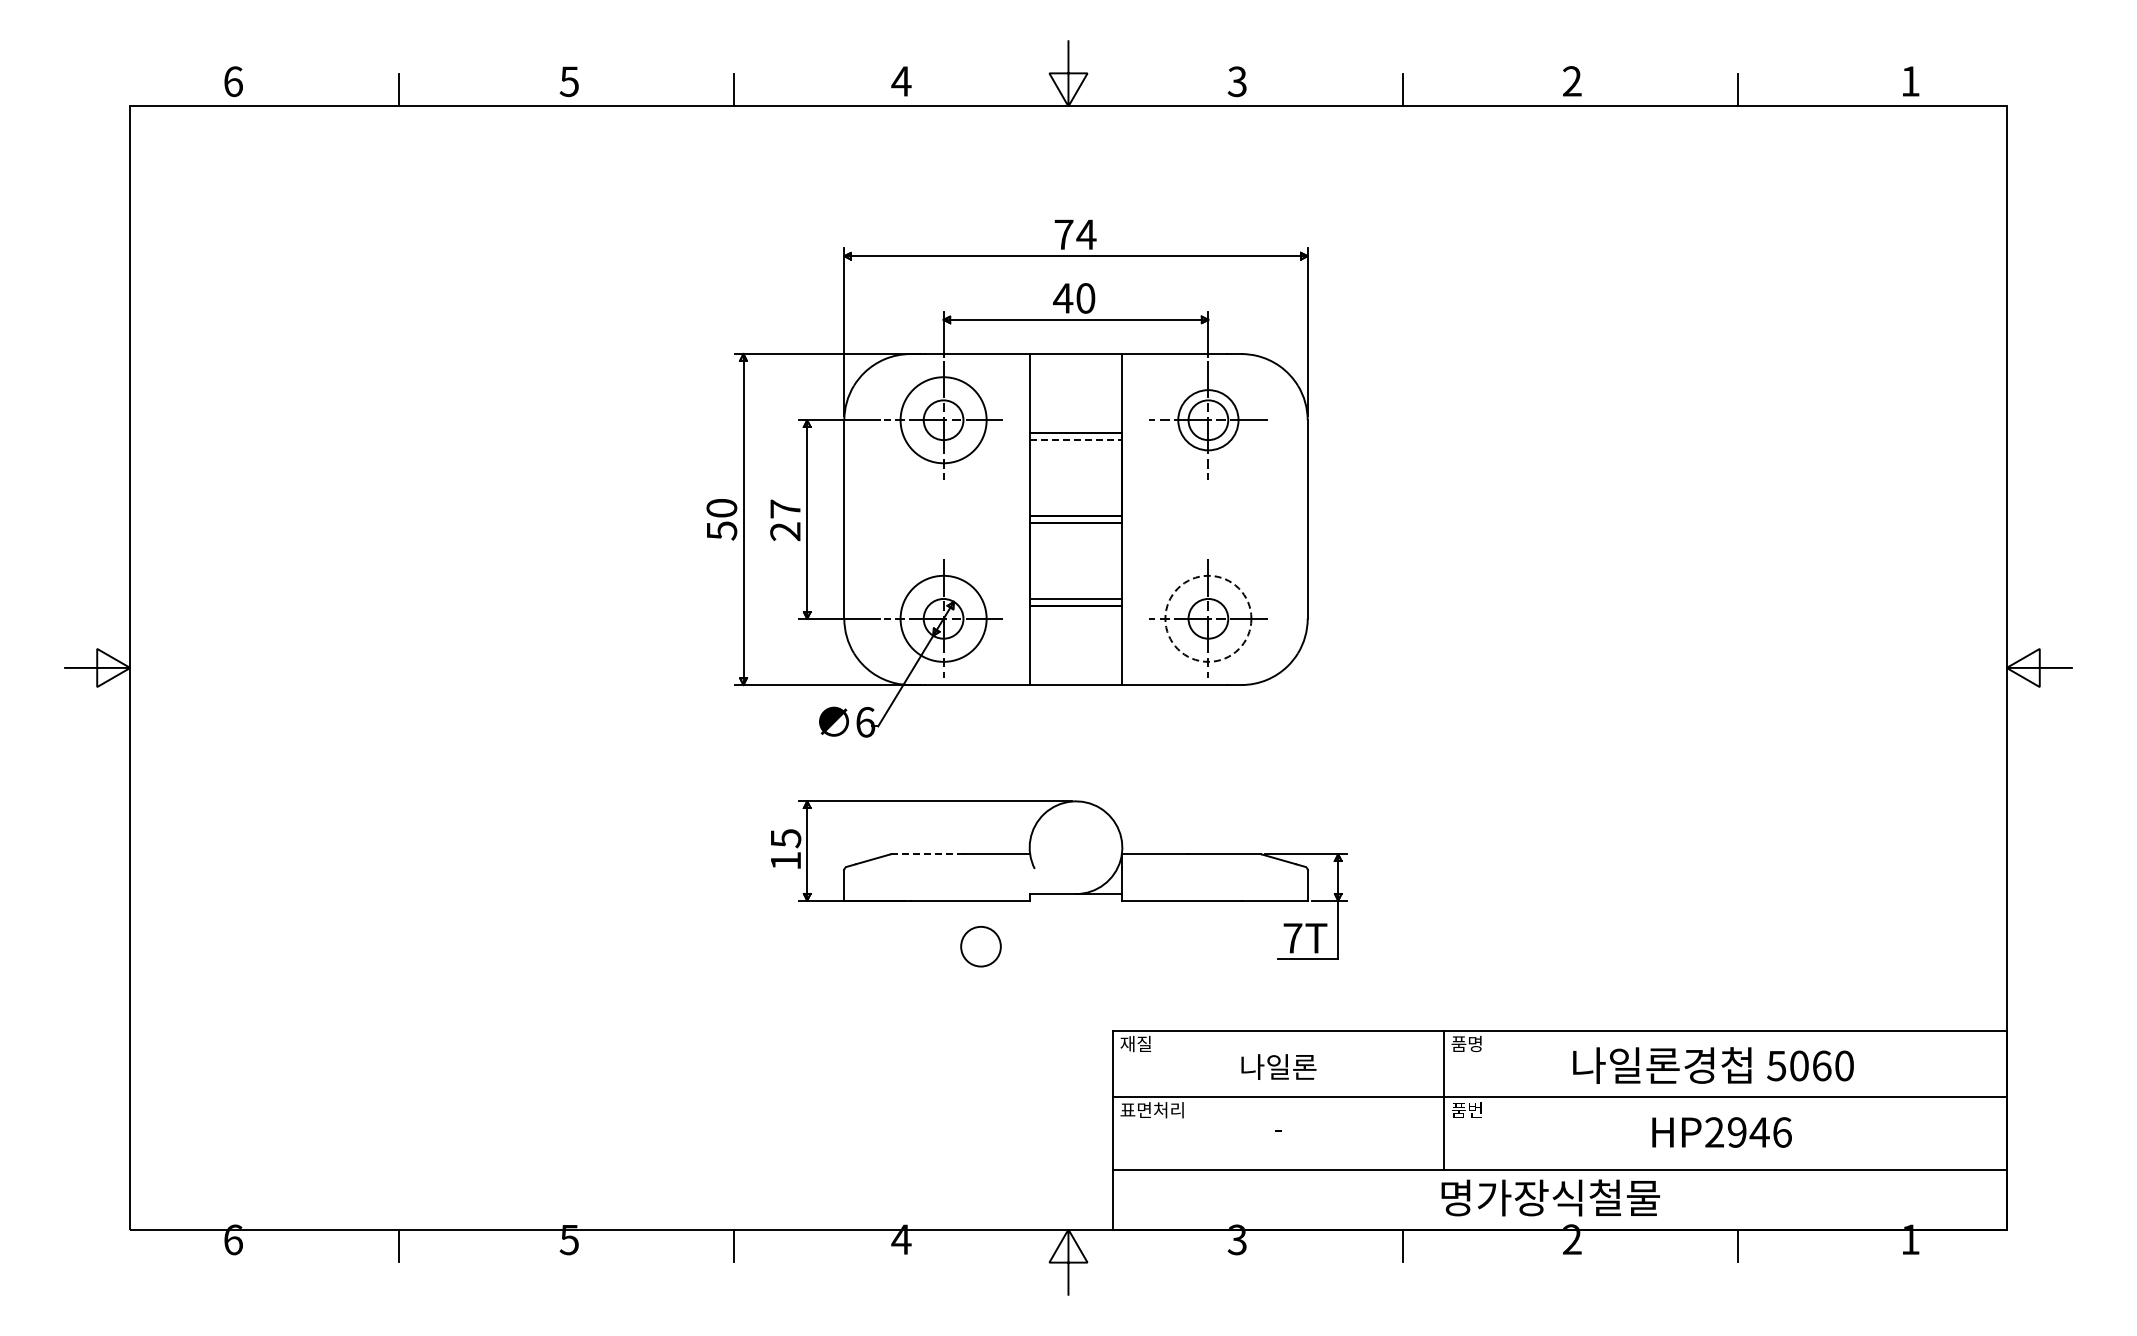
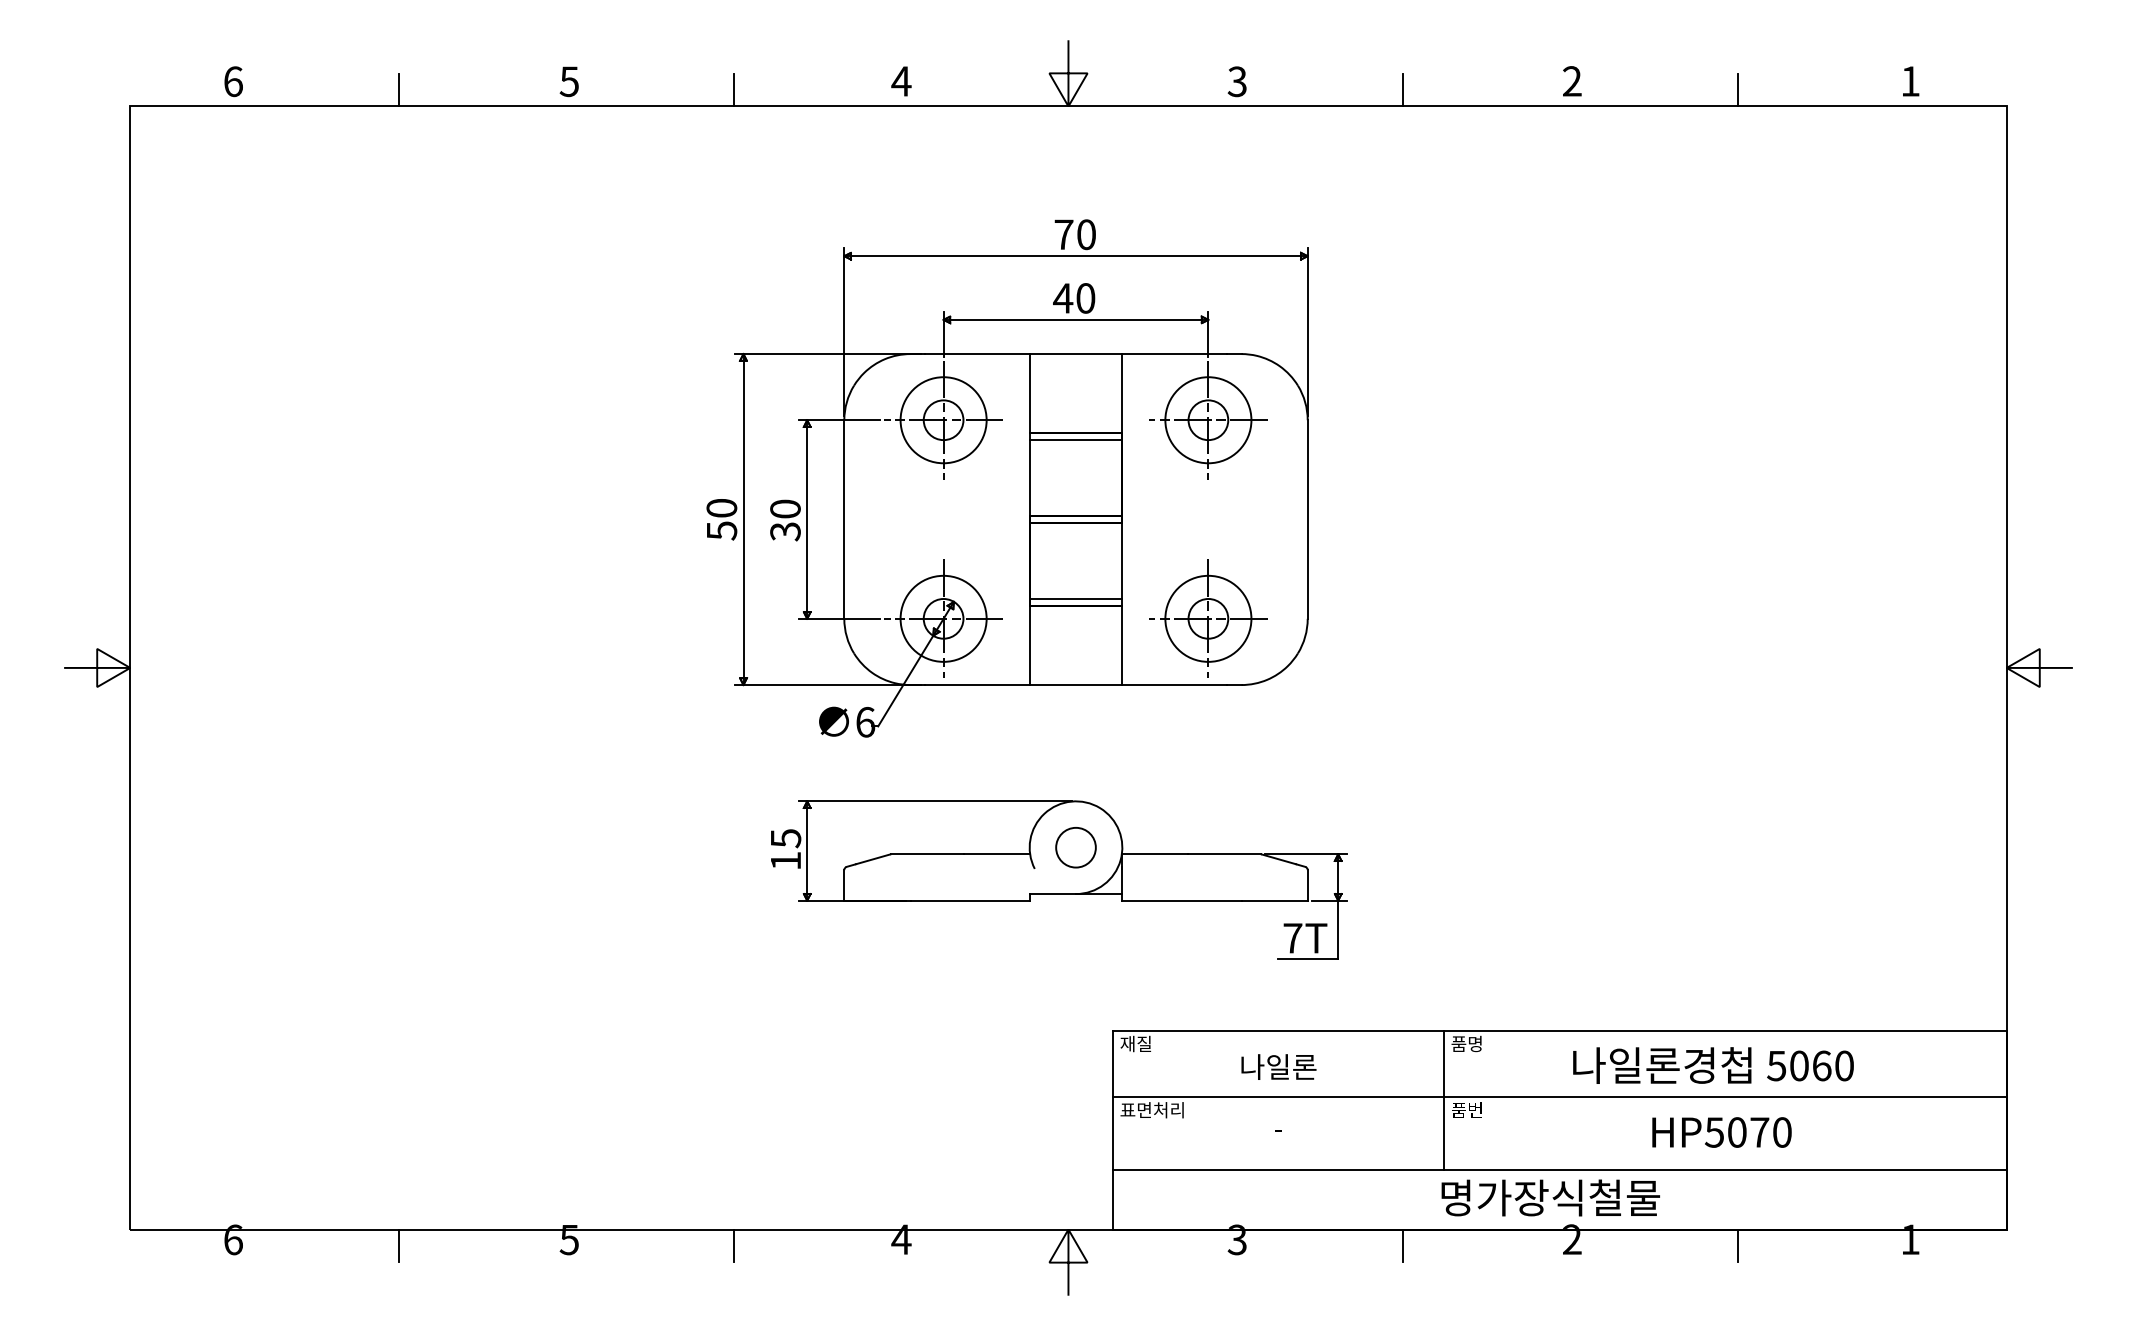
text at (1086, 234): 74 -> 70
circle at (1208, 420) diameter: 60 px -> 86 px
line at (1076, 440): dashed -> solid
text at (785, 520): 27 -> 30
circle at (1208, 618): dashed -> solid
line at (927, 854): dashed -> solid
circle at (980, 946) position: (980, 946) -> (1075, 847)
text at (1748, 1132): HP2946 -> HP5070
